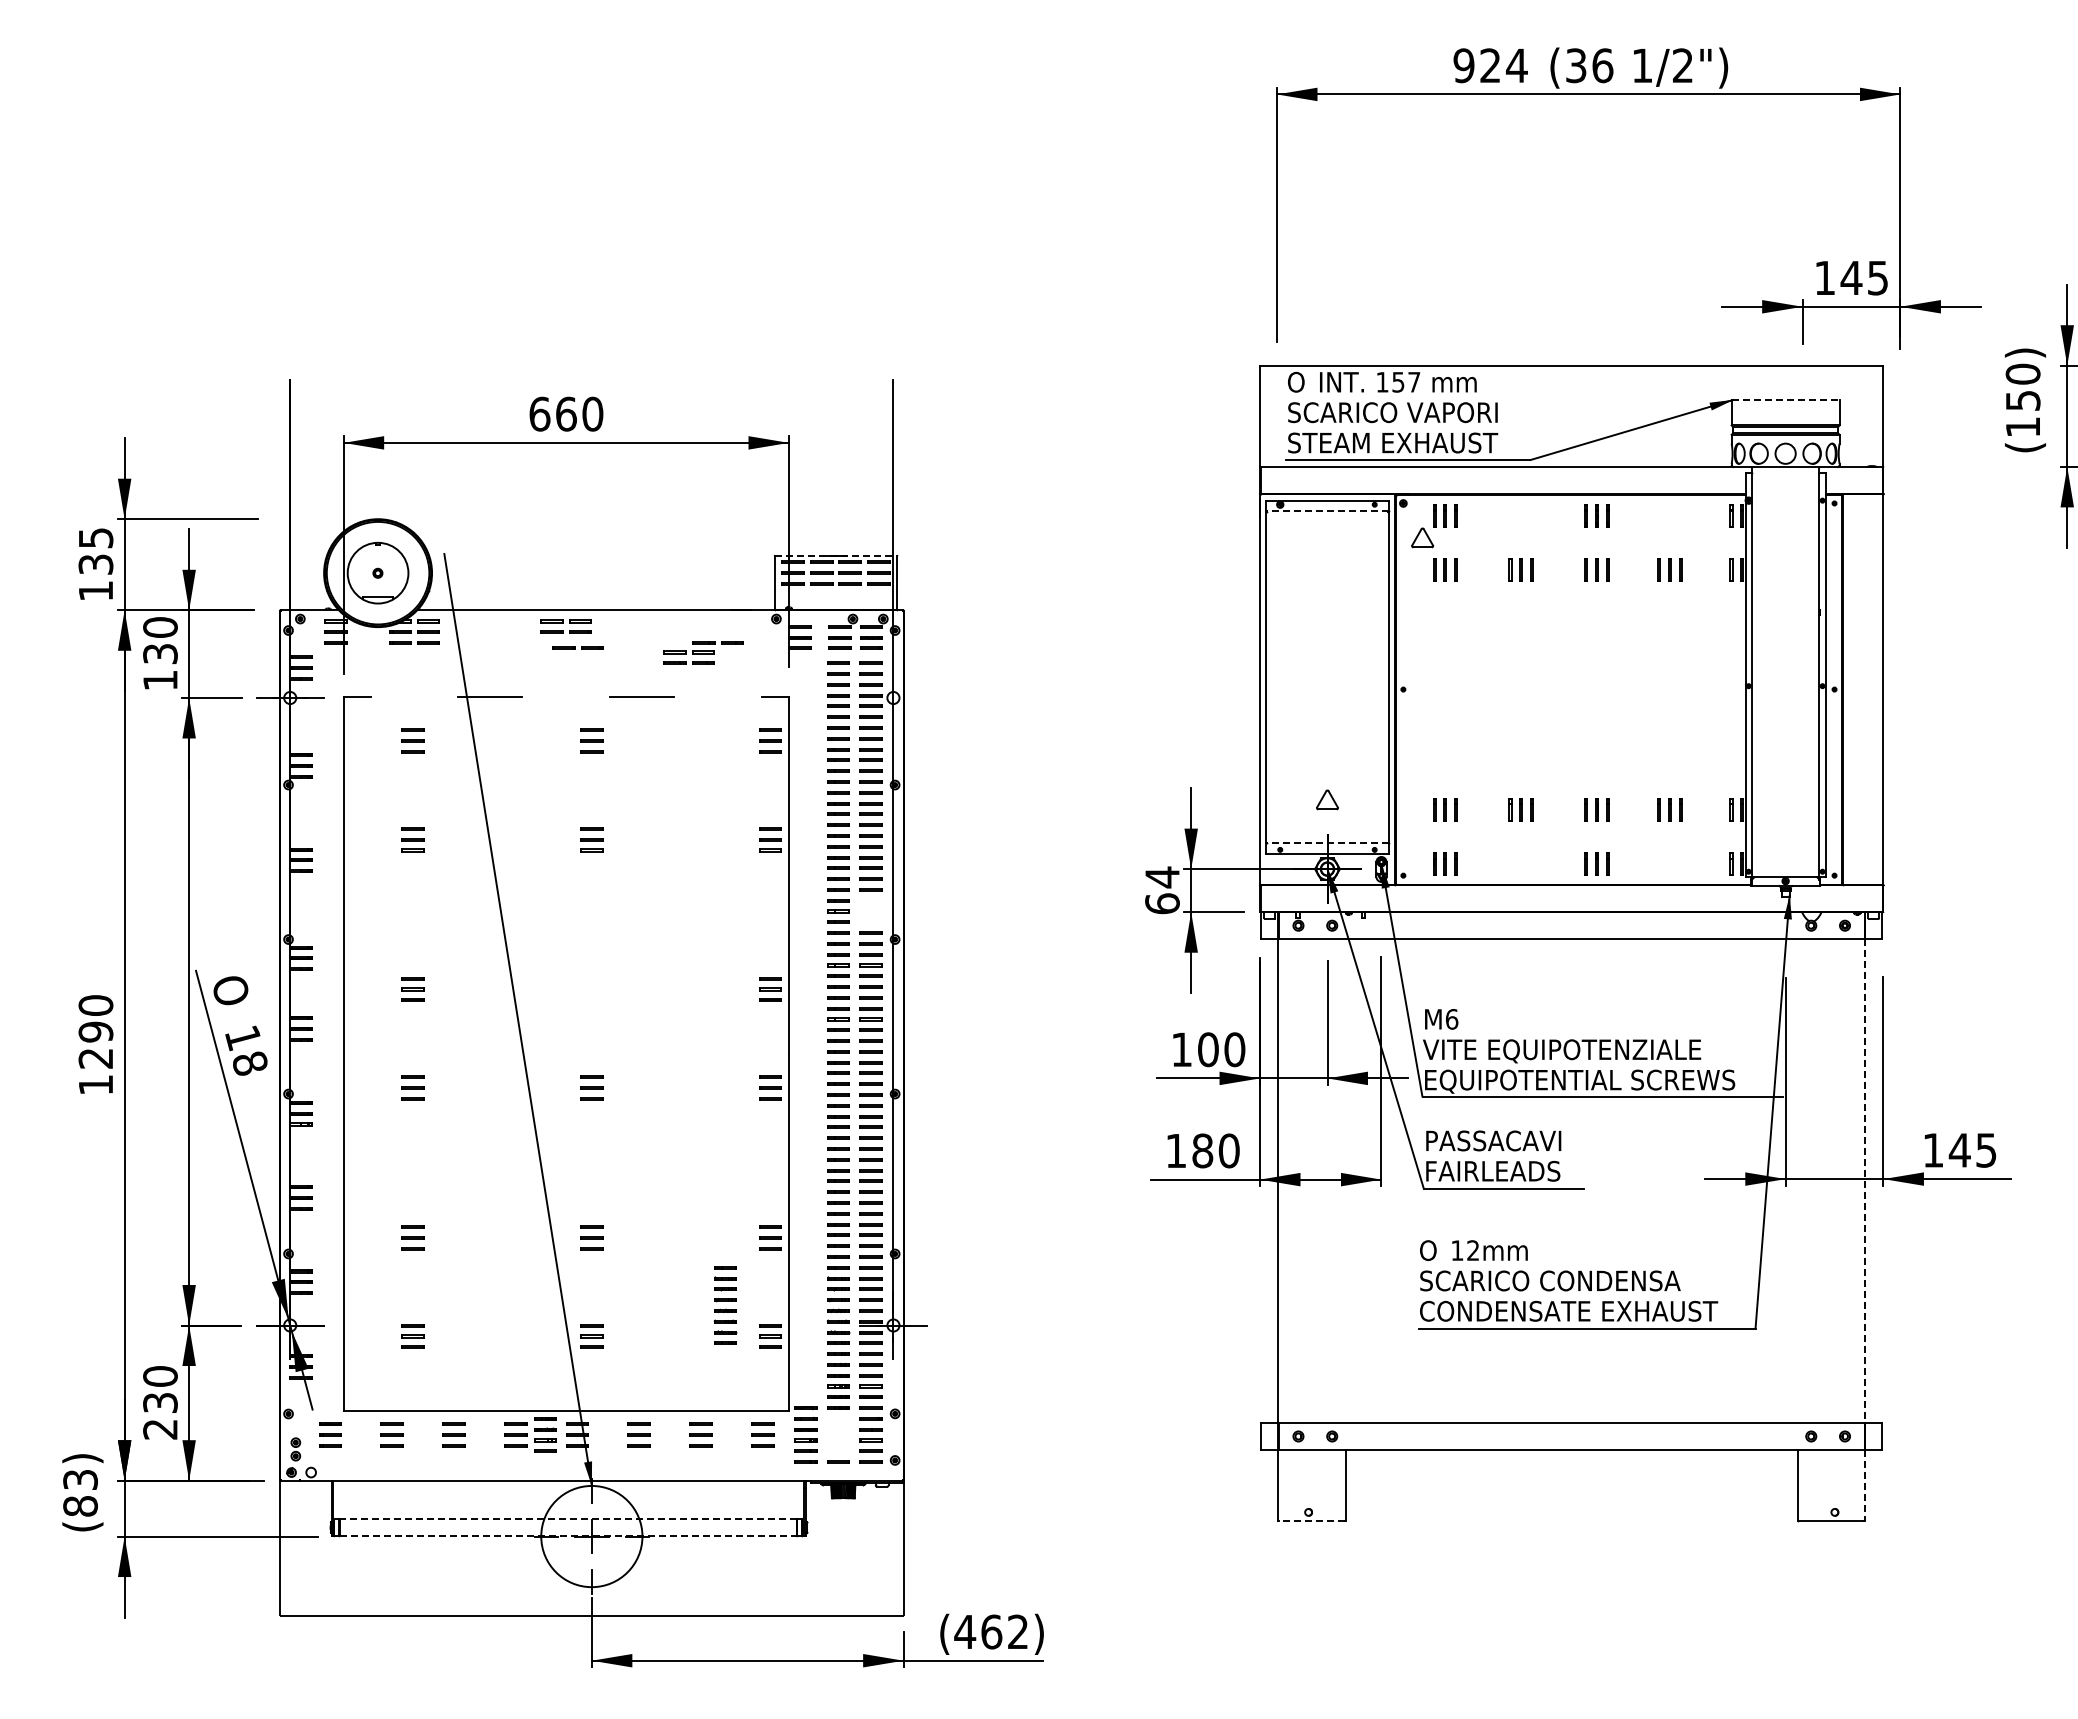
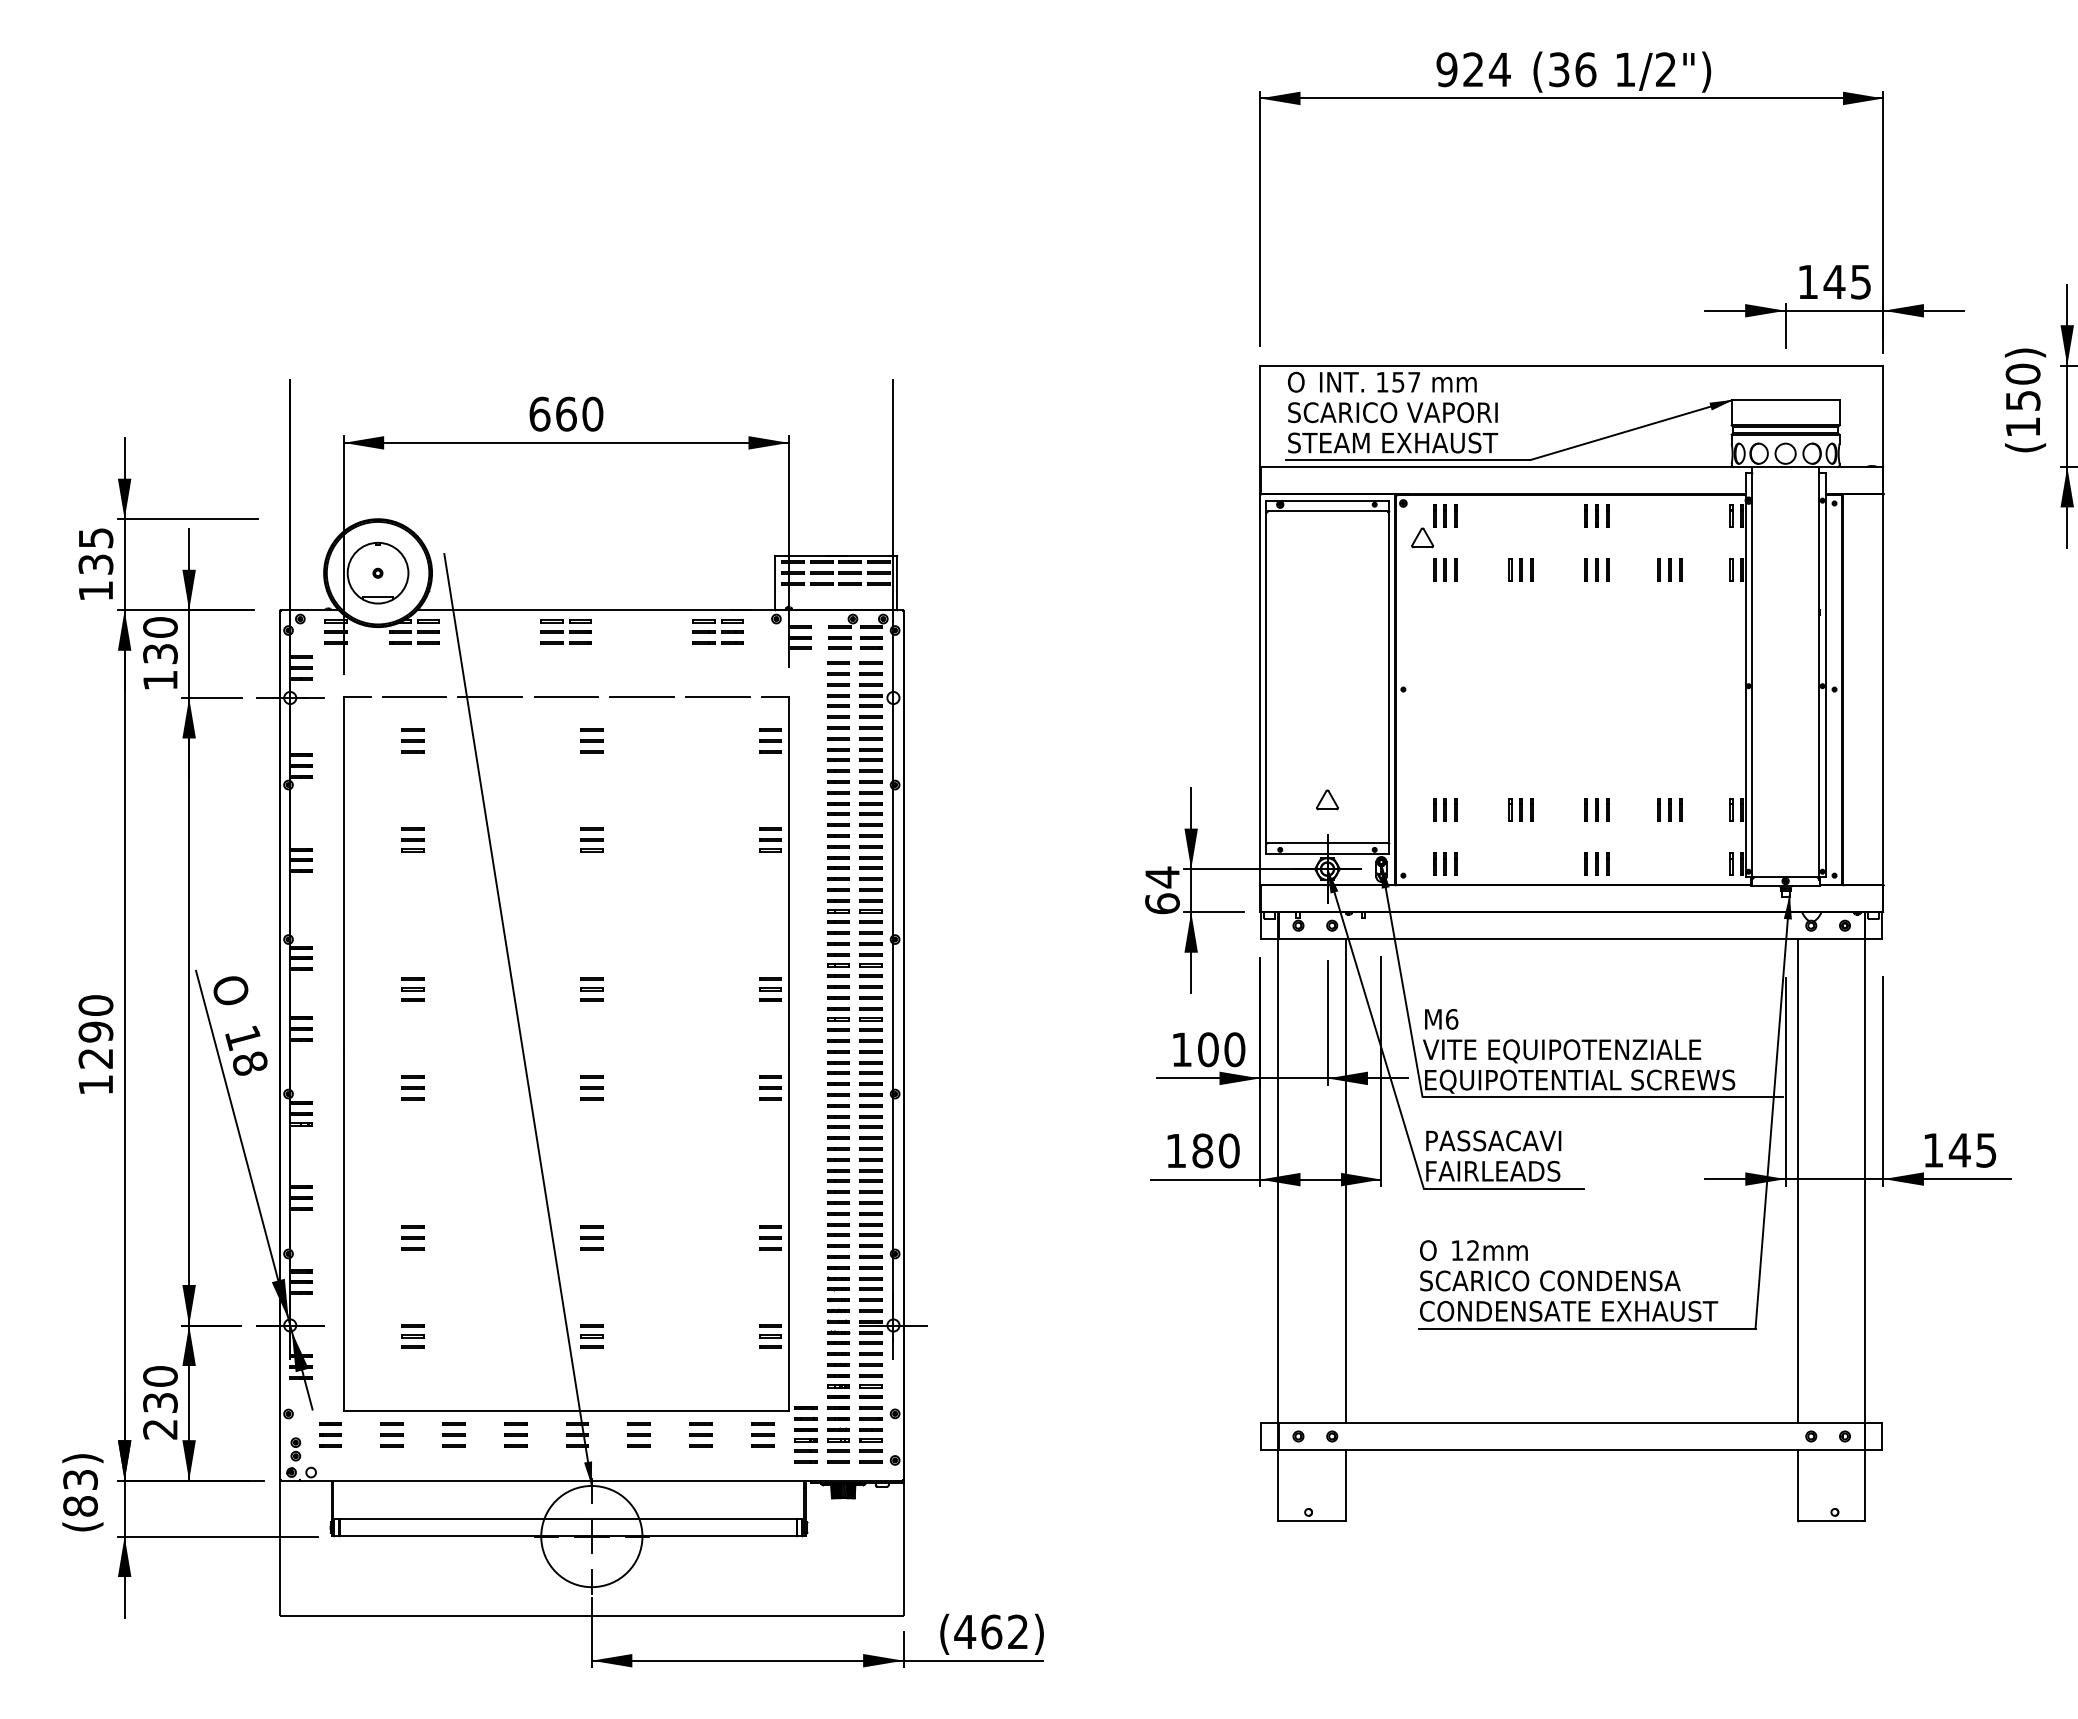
part at (1628, 94) position: (1628, 94) -> (1611, 98)
line at (1785, 399): dashed -> solid
line at (1326, 511): dashed -> solid
line at (836, 555): dashed -> solid
line at (575, 647) position: (575, 647) -> (563, 642)
part at (688, 657) position: (688, 657) -> (717, 626)
line at (717, 696): none -> present
line at (414, 697): none -> present
line at (566, 697): none -> present
line at (1326, 843): dashed -> solid
part at (870, 911): none -> present
part at (591, 989): none -> present
line at (1345, 1181): none -> present
line at (1797, 1181): none -> present
line at (1865, 1181): dashed -> solid
part at (725, 1305): present -> none
part at (545, 1434) position: (545, 1434) -> (838, 1434)
line at (1865, 1485): dashed -> solid
line at (568, 1519): dashed -> solid
line at (1311, 1521): dashed -> solid
line at (568, 1536): dashed -> solid
